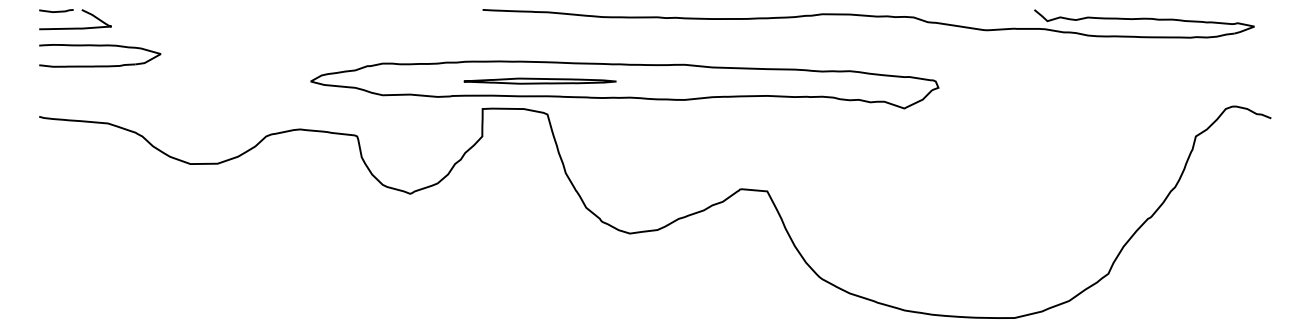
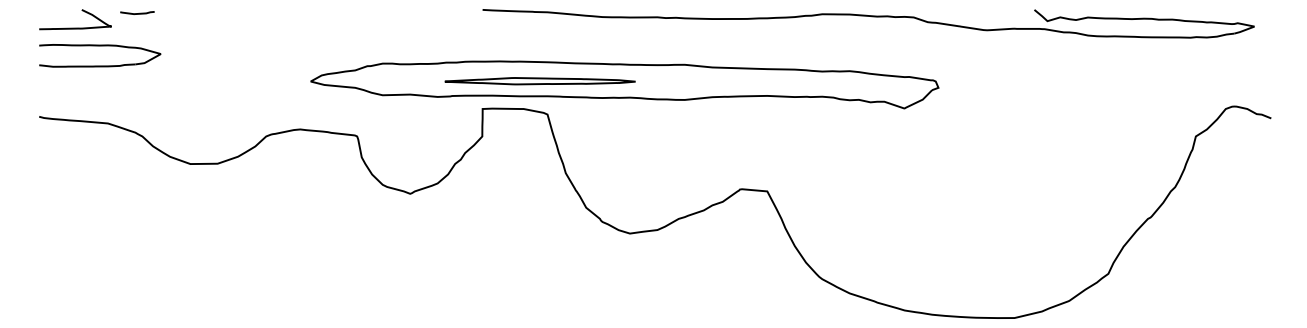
line at (56, 11) position: (56, 11) -> (137, 13)
part at (539, 80) size: 154x8 px -> 192x9 px
